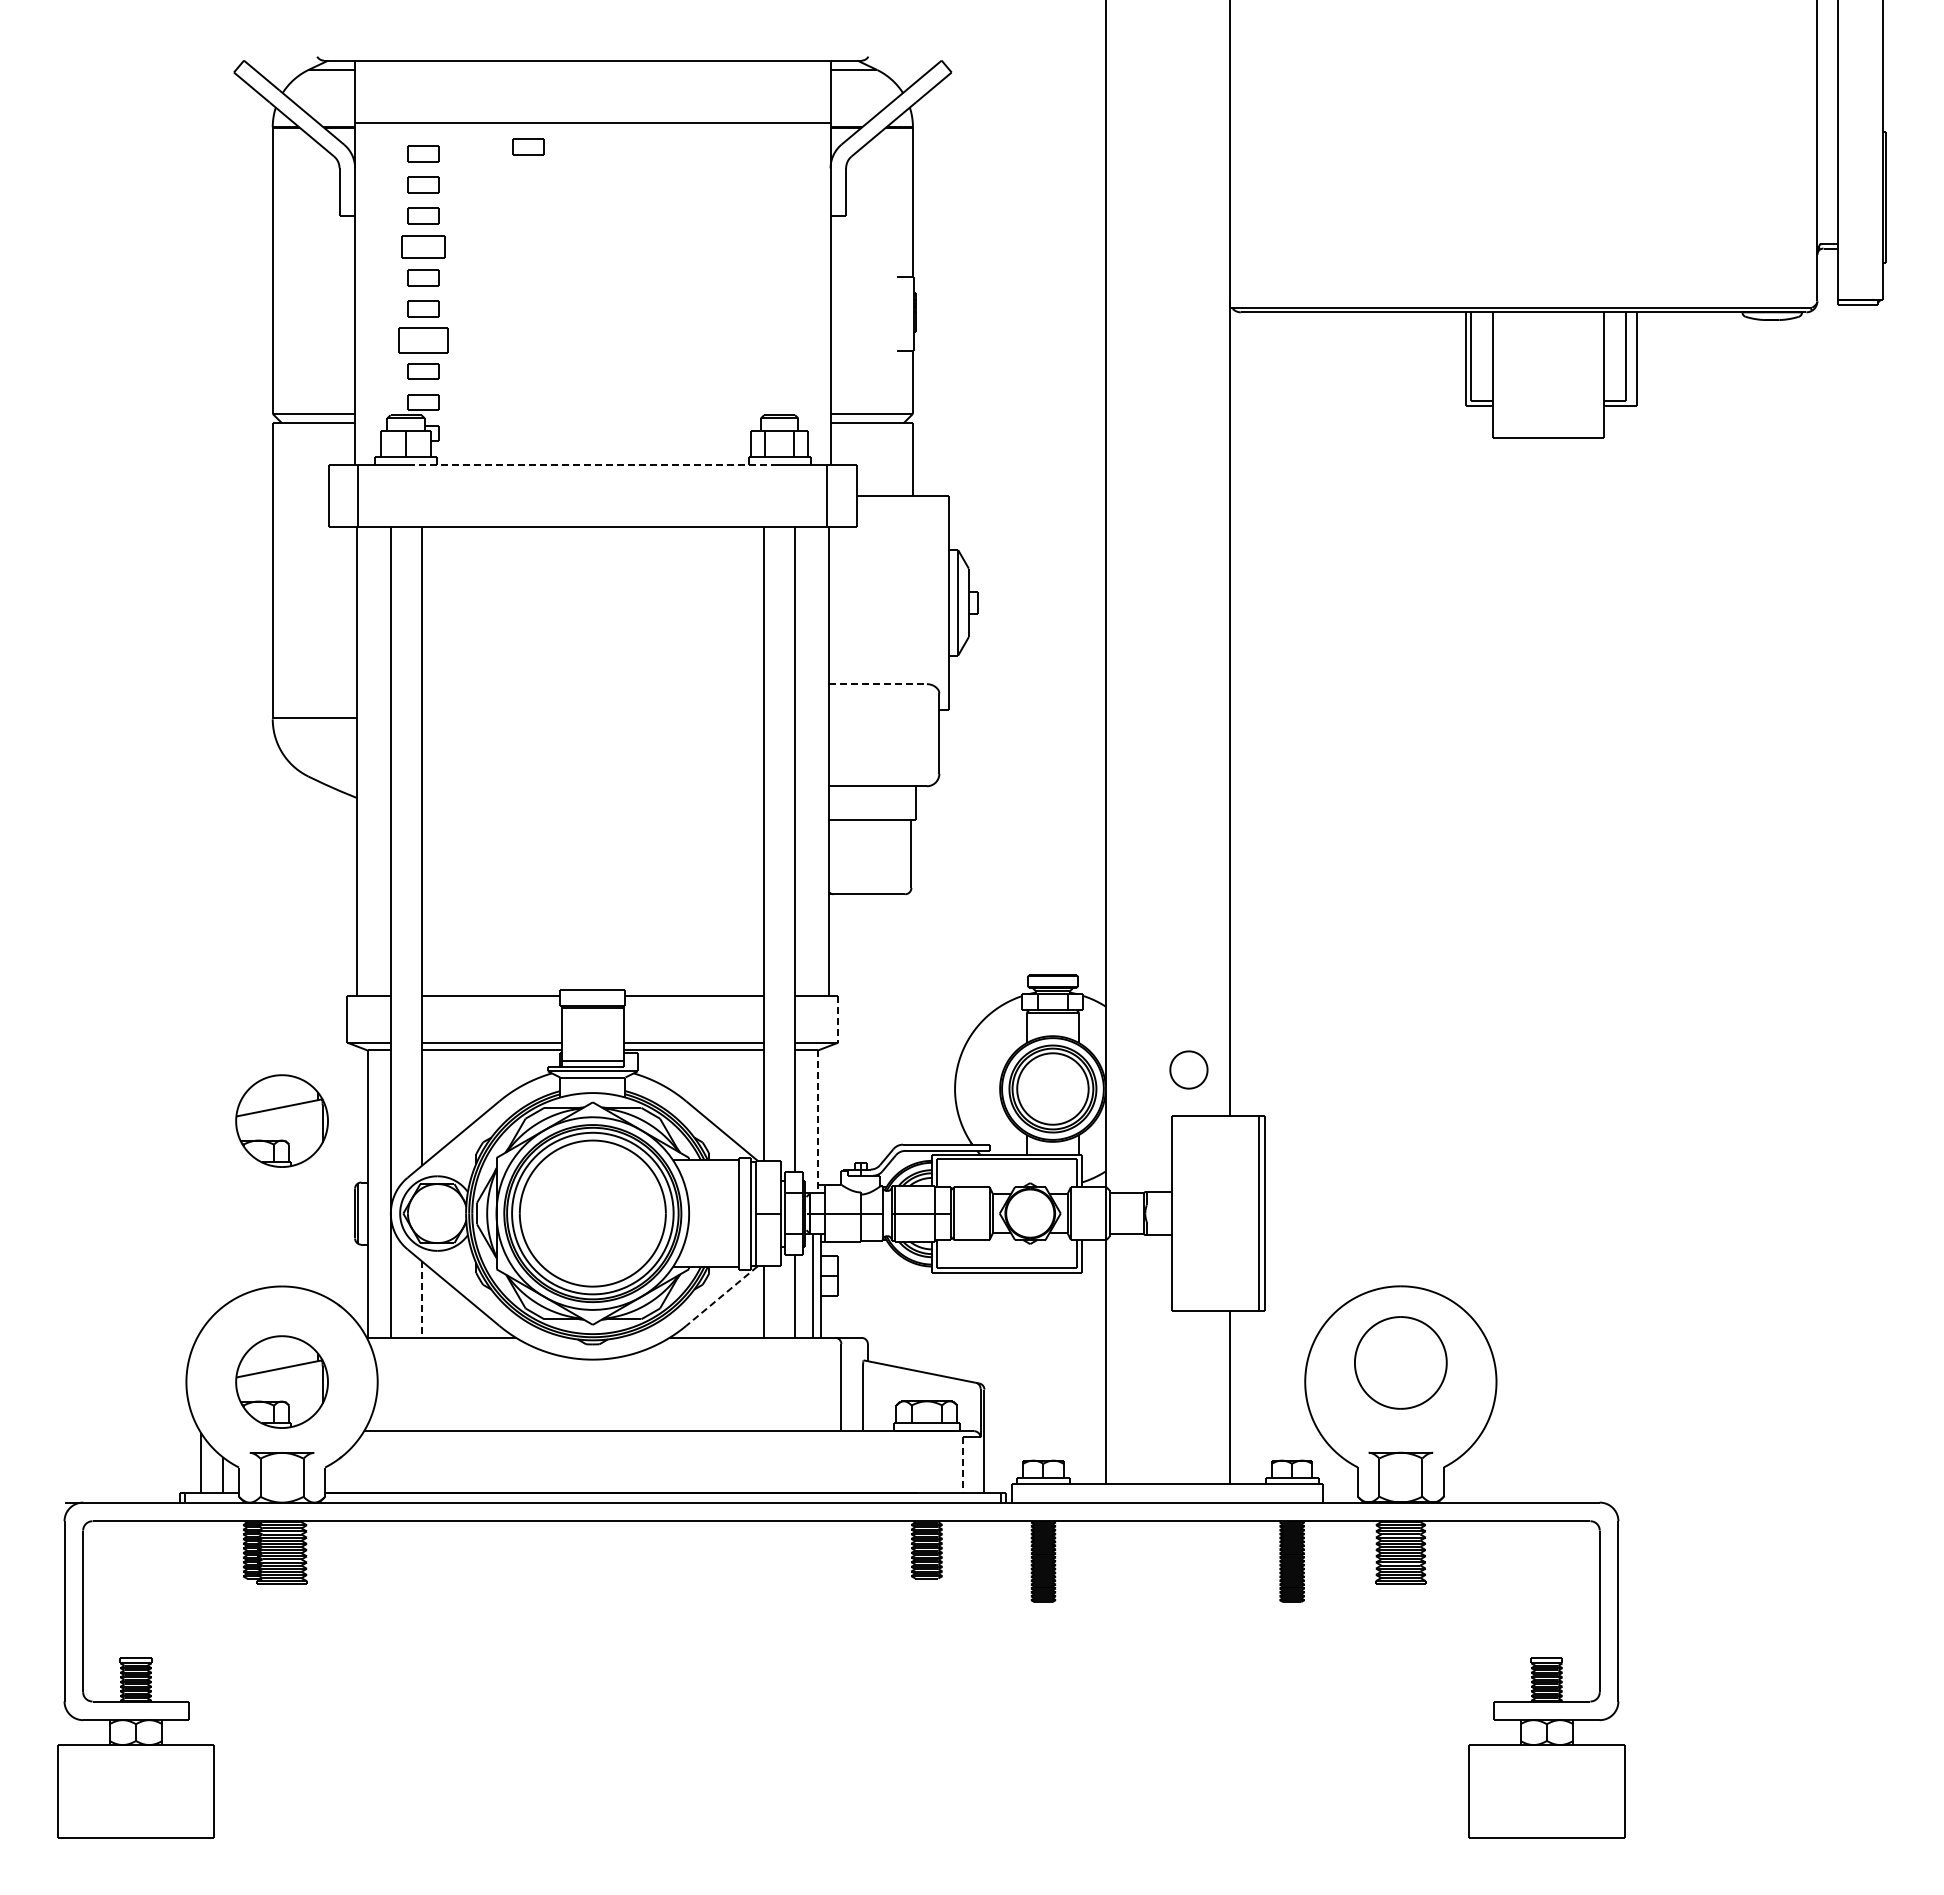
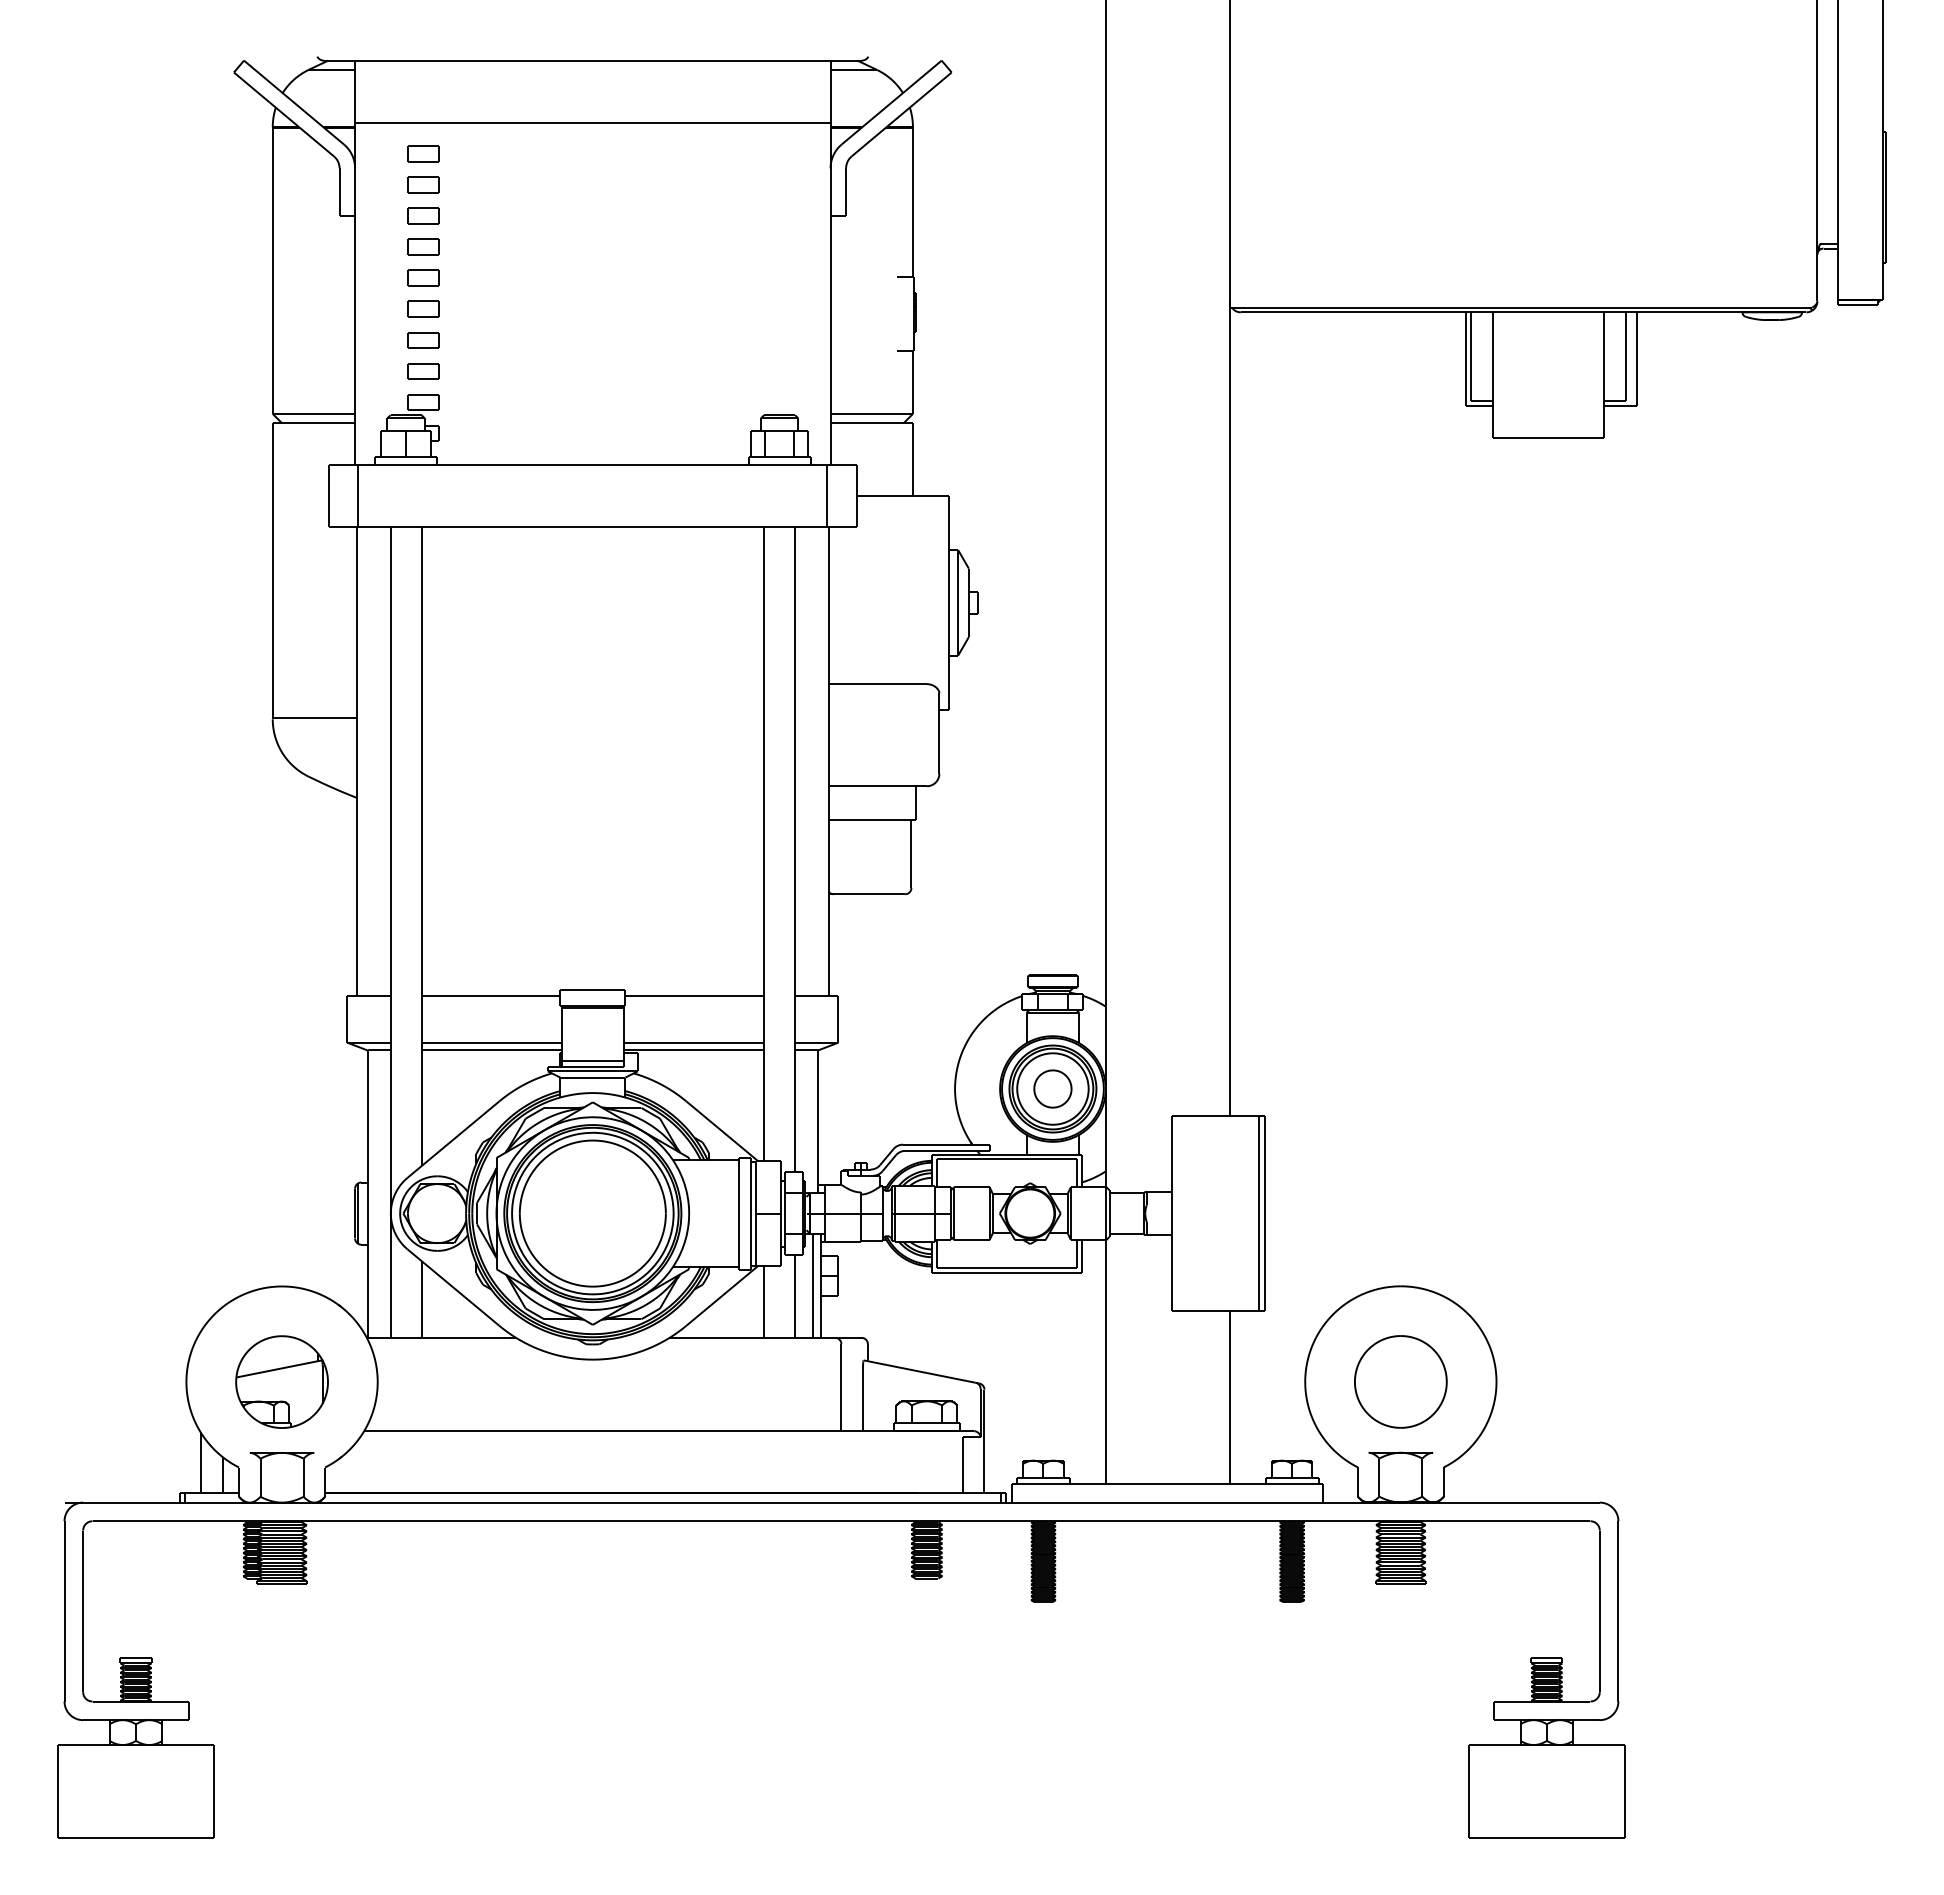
part at (528, 146): present -> none
part at (423, 246) size: 45x24 px -> 33x18 px
part at (423, 340) size: 51x27 px -> 33x17 px
line at (592, 464): dashed -> solid
line at (877, 684): dashed -> solid
line at (838, 1019): dashed -> solid
part at (1188, 1069) position: (1188, 1069) -> (1052, 1088)
part at (281, 1120): present -> none
line at (818, 1122): dashed -> solid
line at (721, 1296): dashed -> solid
line at (421, 1299): dashed -> solid
part at (1400, 1362) position: (1400, 1362) -> (1400, 1381)
line at (962, 1465): dashed -> solid
